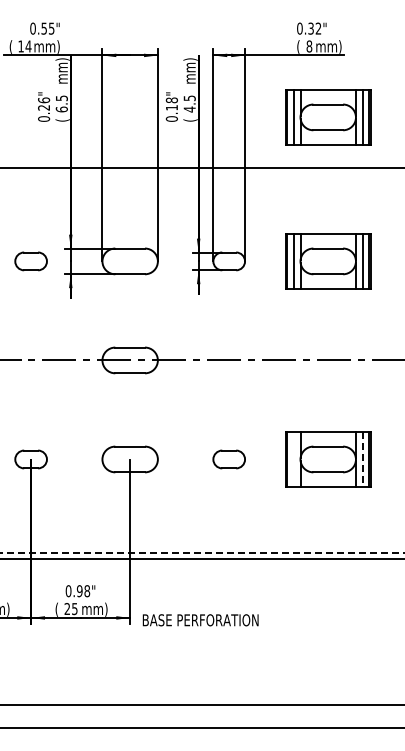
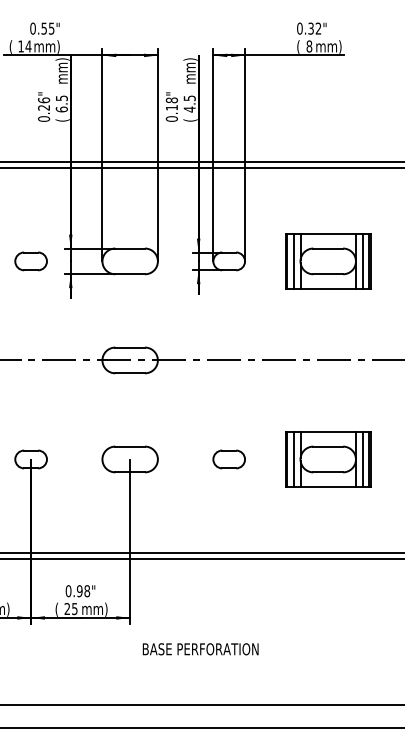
part at (328, 117): present -> none
line at (201, 162): none -> present
line at (293, 459): none -> present
line at (362, 459): dashed -> solid
line at (202, 552): dashed -> solid
text at (200, 620) position: (200, 620) -> (200, 649)
